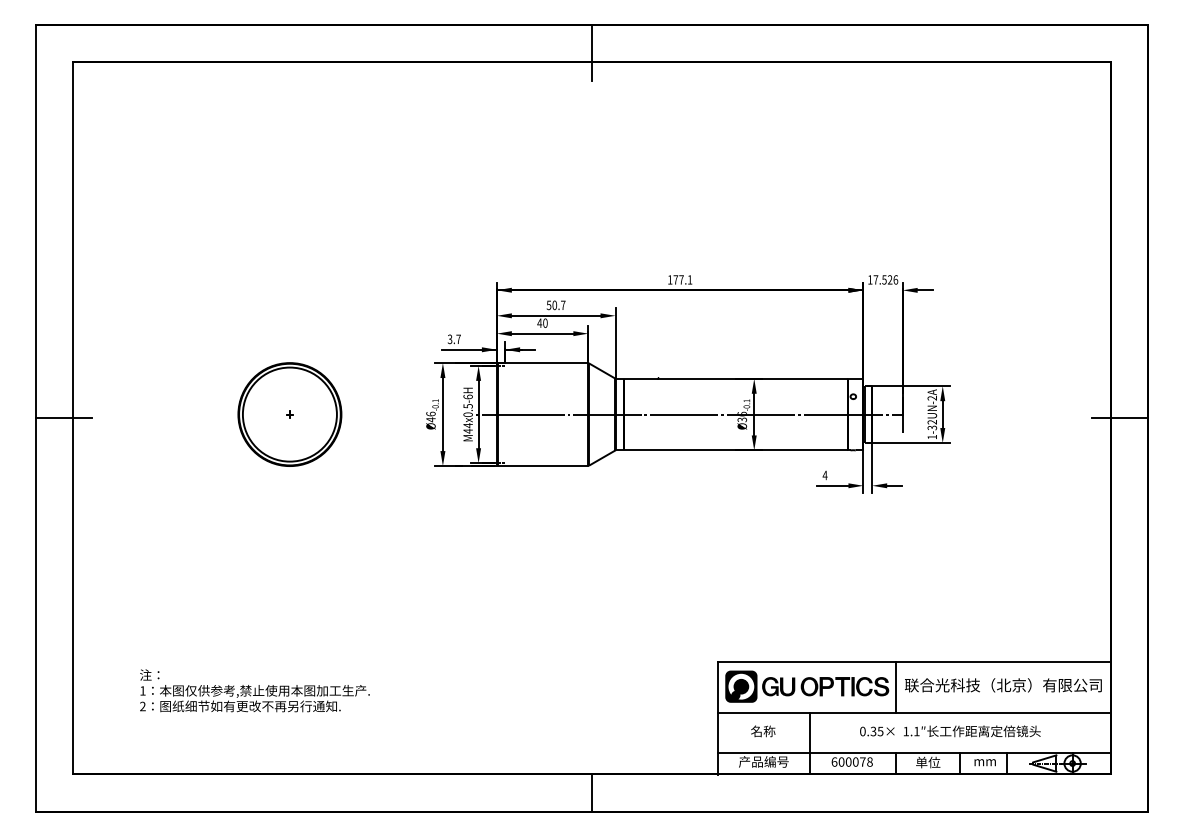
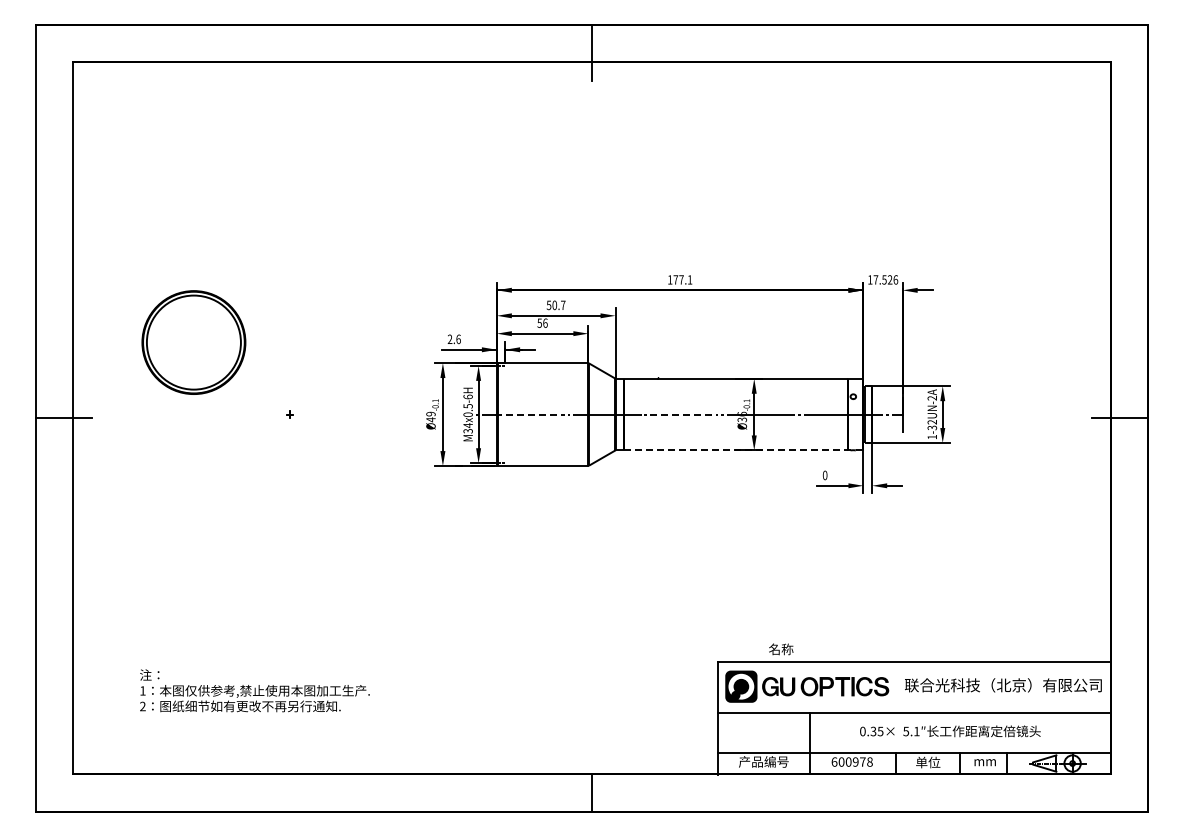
text at (542, 322): 40 -> 56
text at (453, 339): 3.7 -> 2.6
text at (430, 413): Ø46 -> Ø49
part at (289, 414) position: (289, 414) -> (193, 342)
line at (529, 414): solid -> dashed
line at (684, 414): solid -> dashed
text at (467, 430): M44x0.5-6H -> M34x0.5-6H
line at (735, 450): solid -> dashed
text at (824, 475): 4 -> 0
line at (896, 687): present -> none
text at (763, 731) position: (763, 731) -> (781, 649)
text at (906, 731): 1.1 -> 5.1
text at (855, 761): 600078 -> 600978
